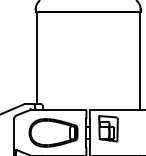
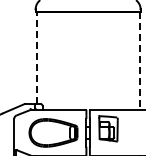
line at (36, 57): solid -> dashed
line at (139, 61): solid -> dashed
